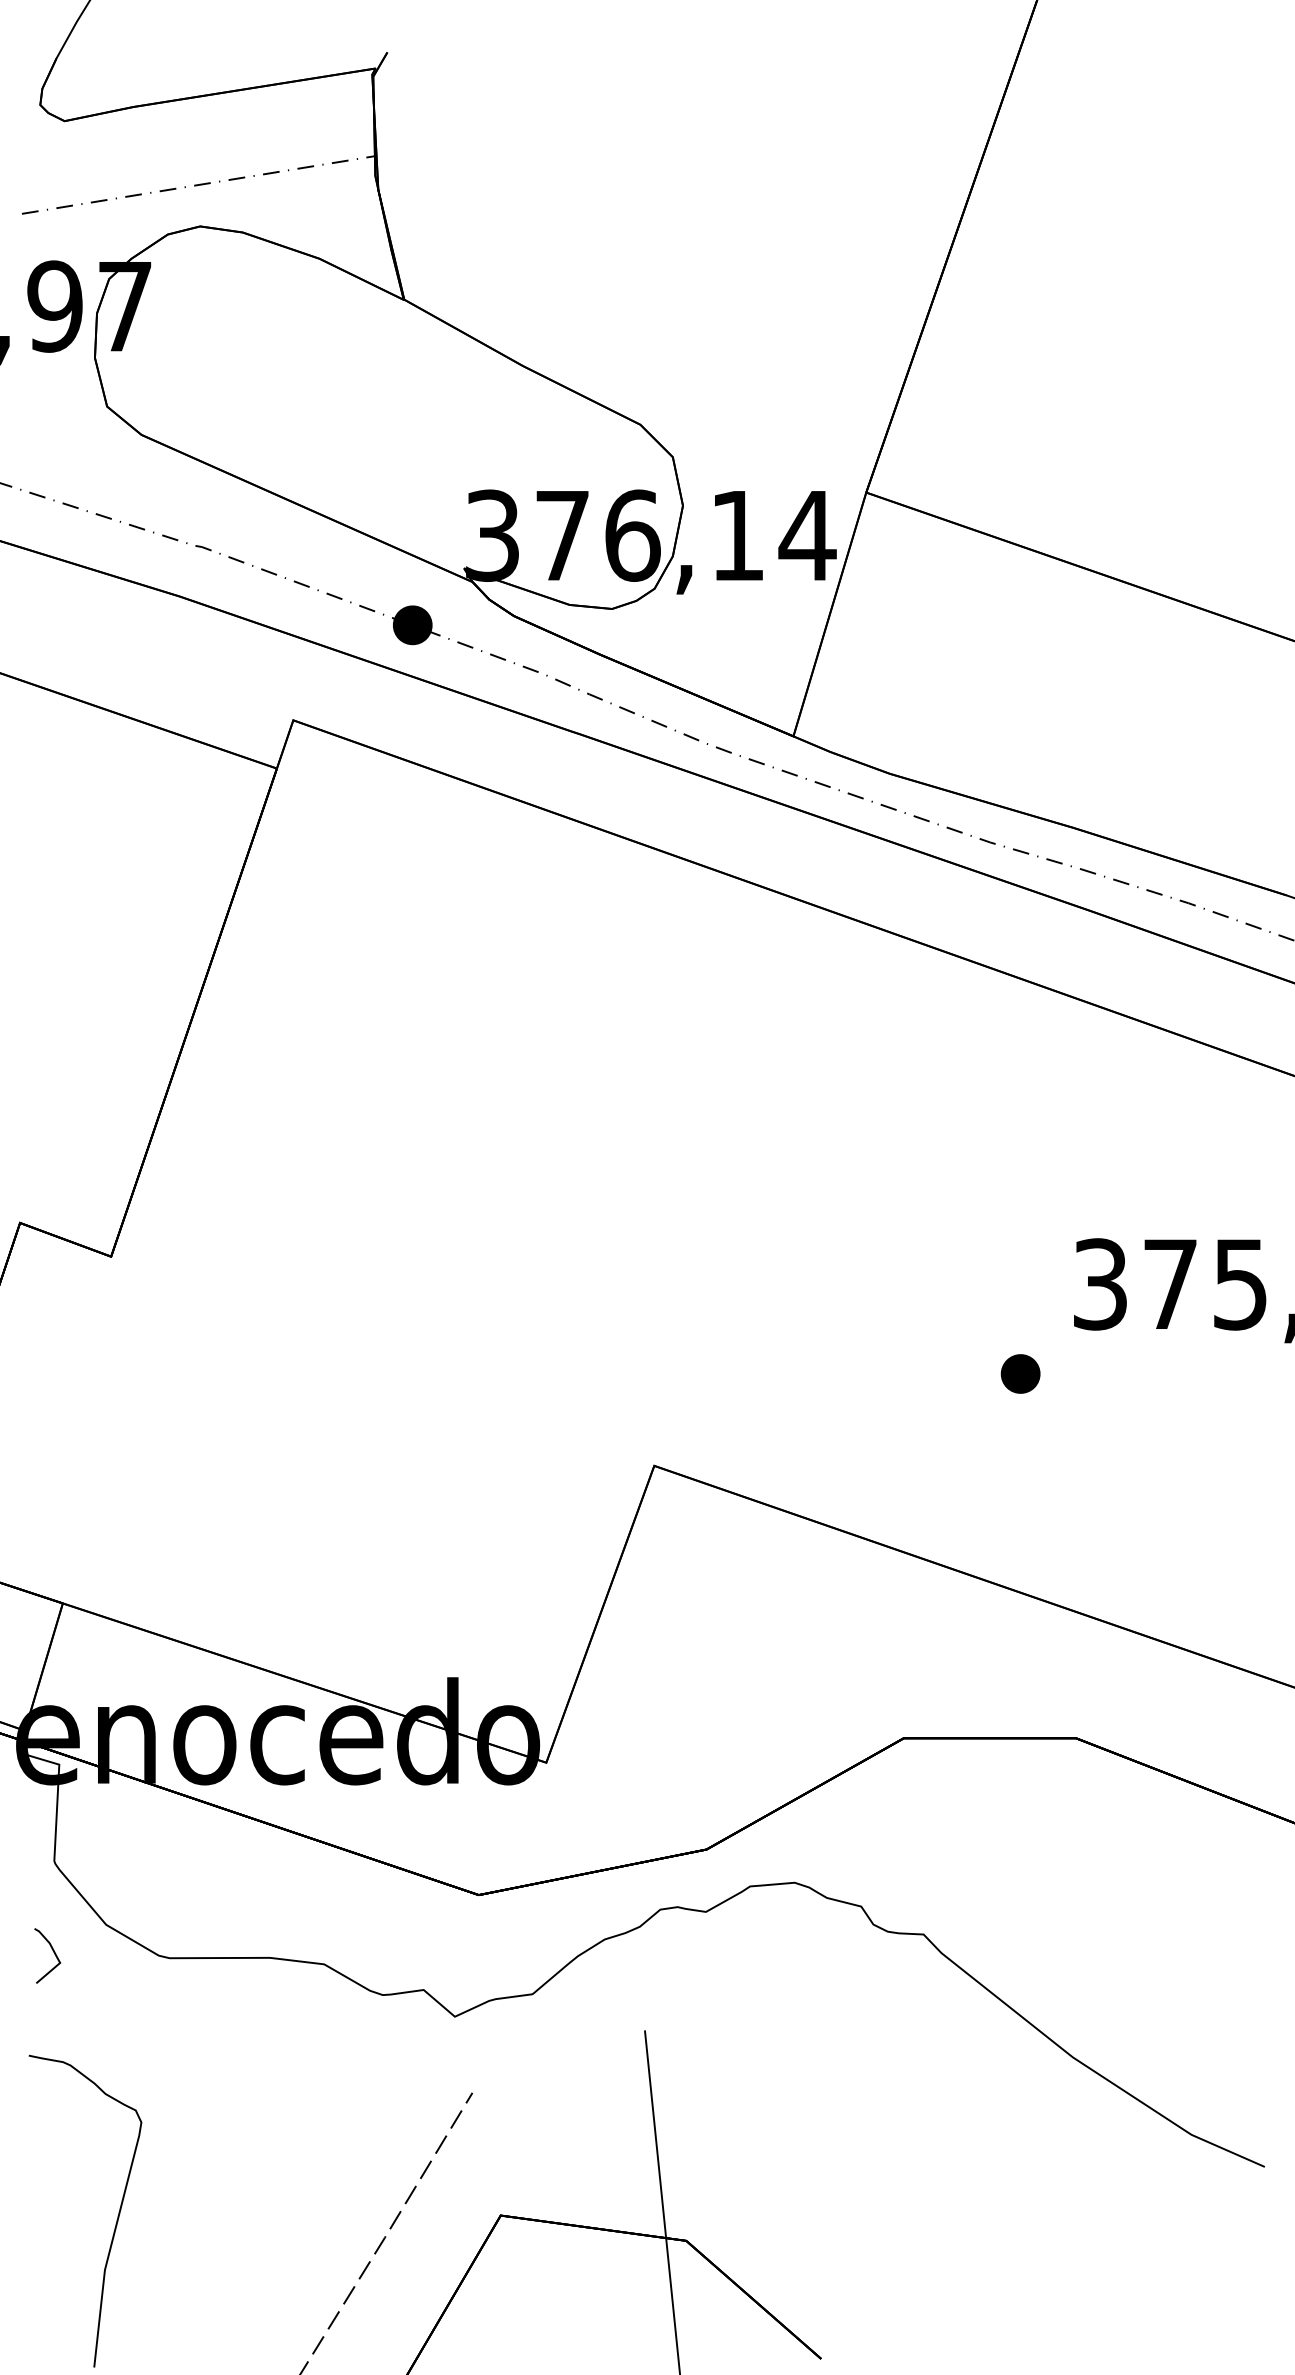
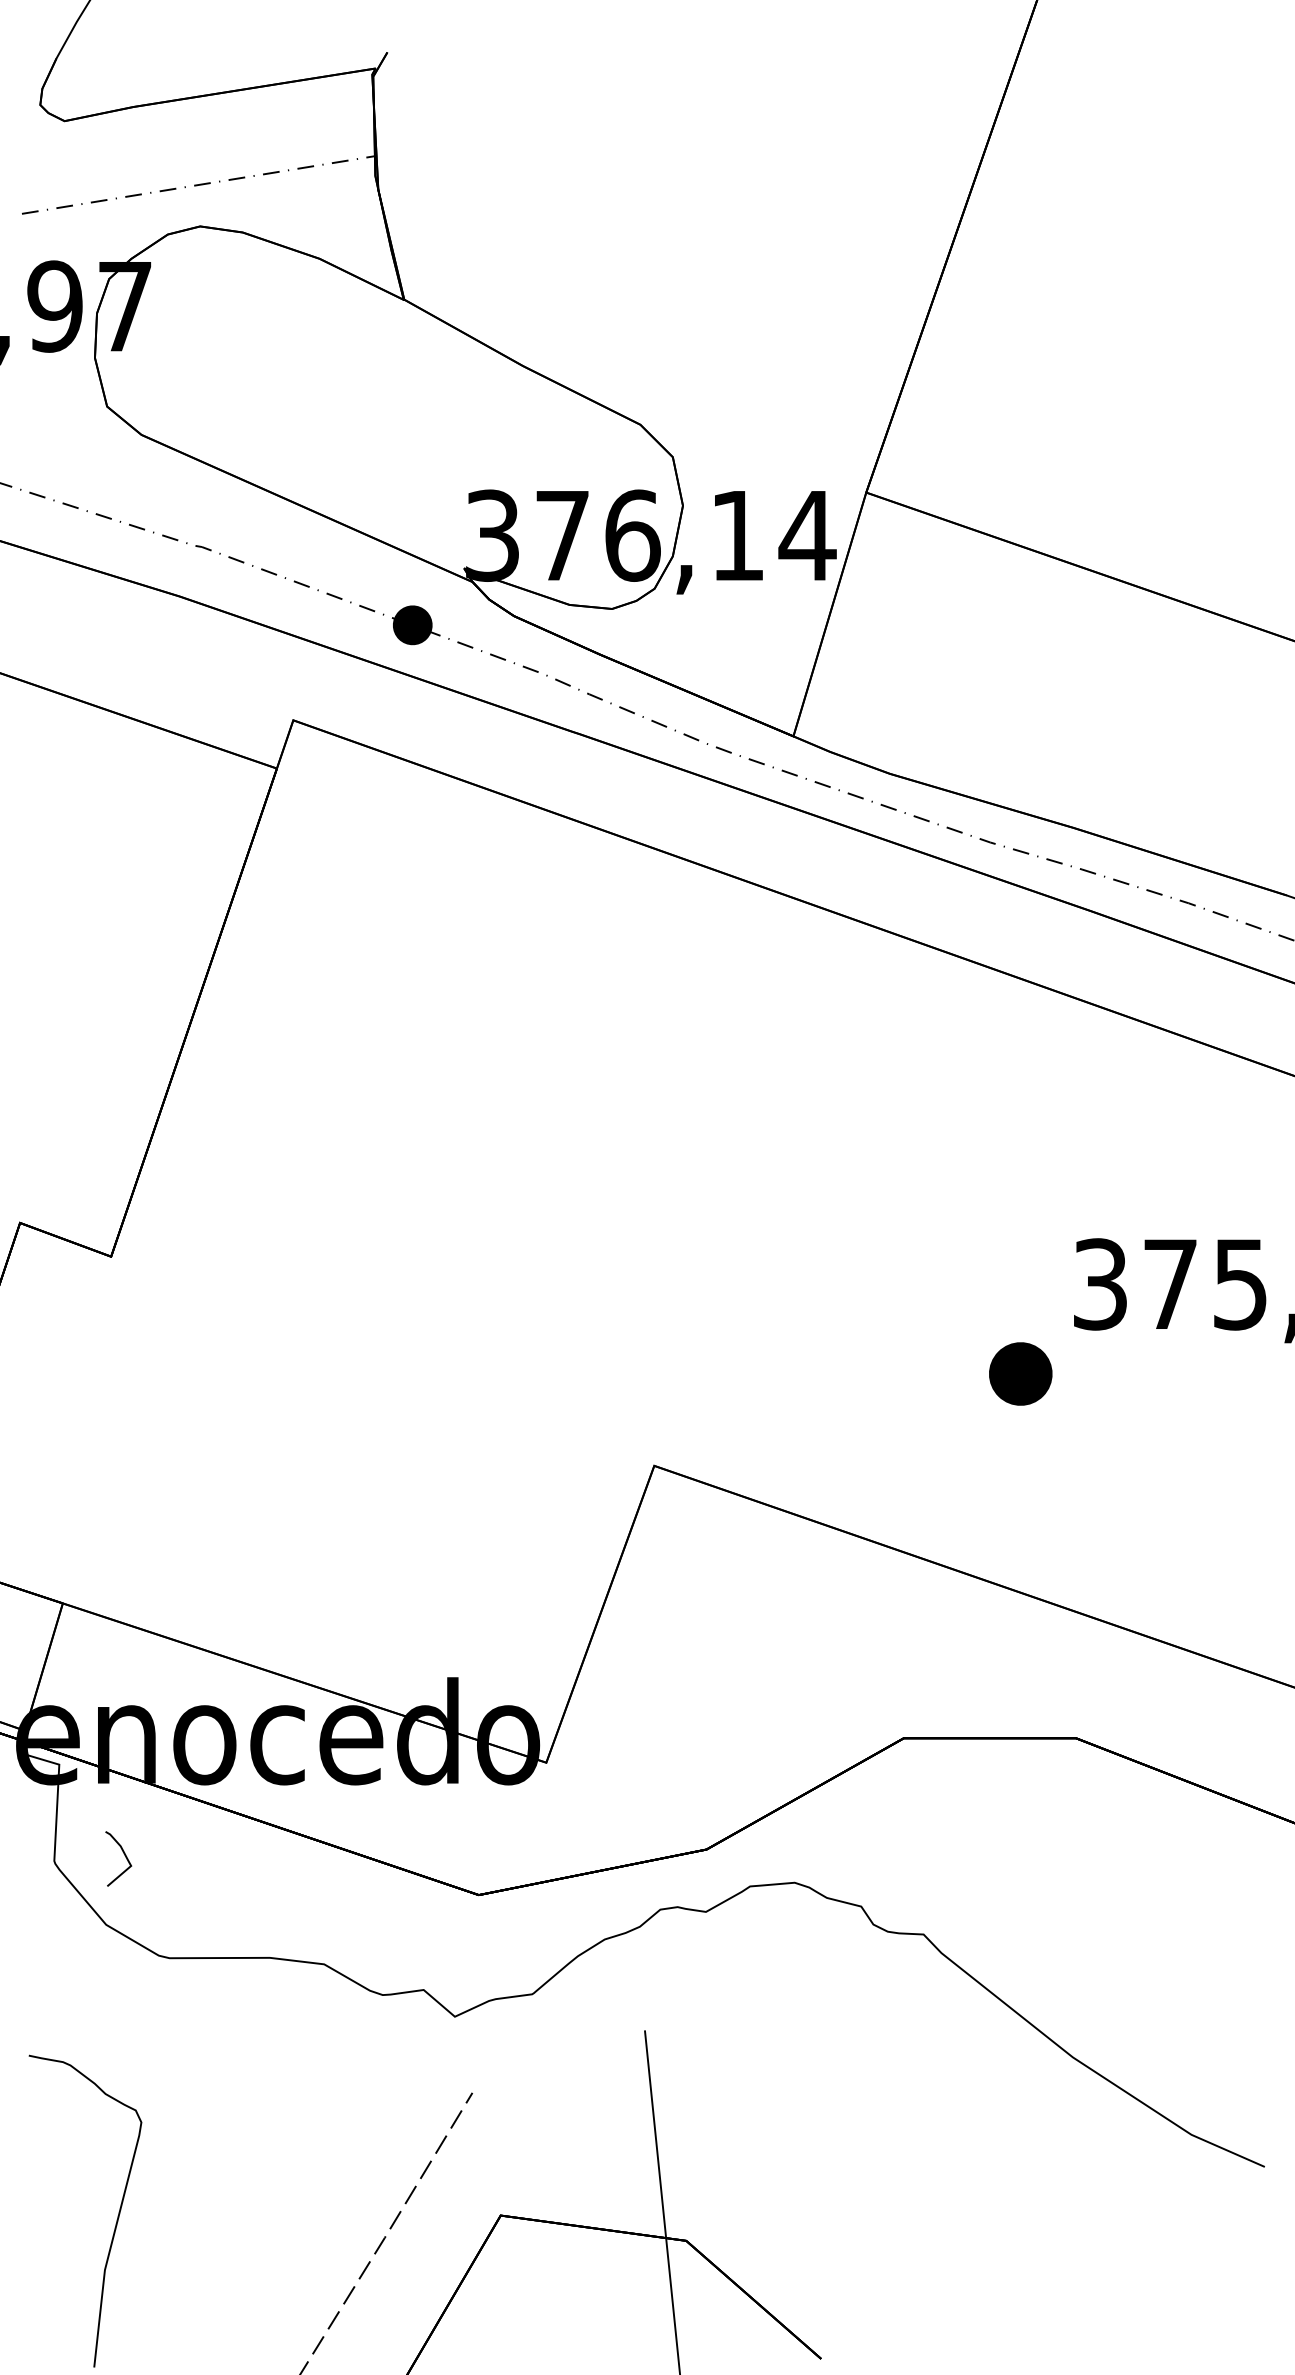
part at (1020, 1373) size: 41x40 px -> 64x64 px
curve at (53, 1952) position: (53, 1952) -> (124, 1855)
